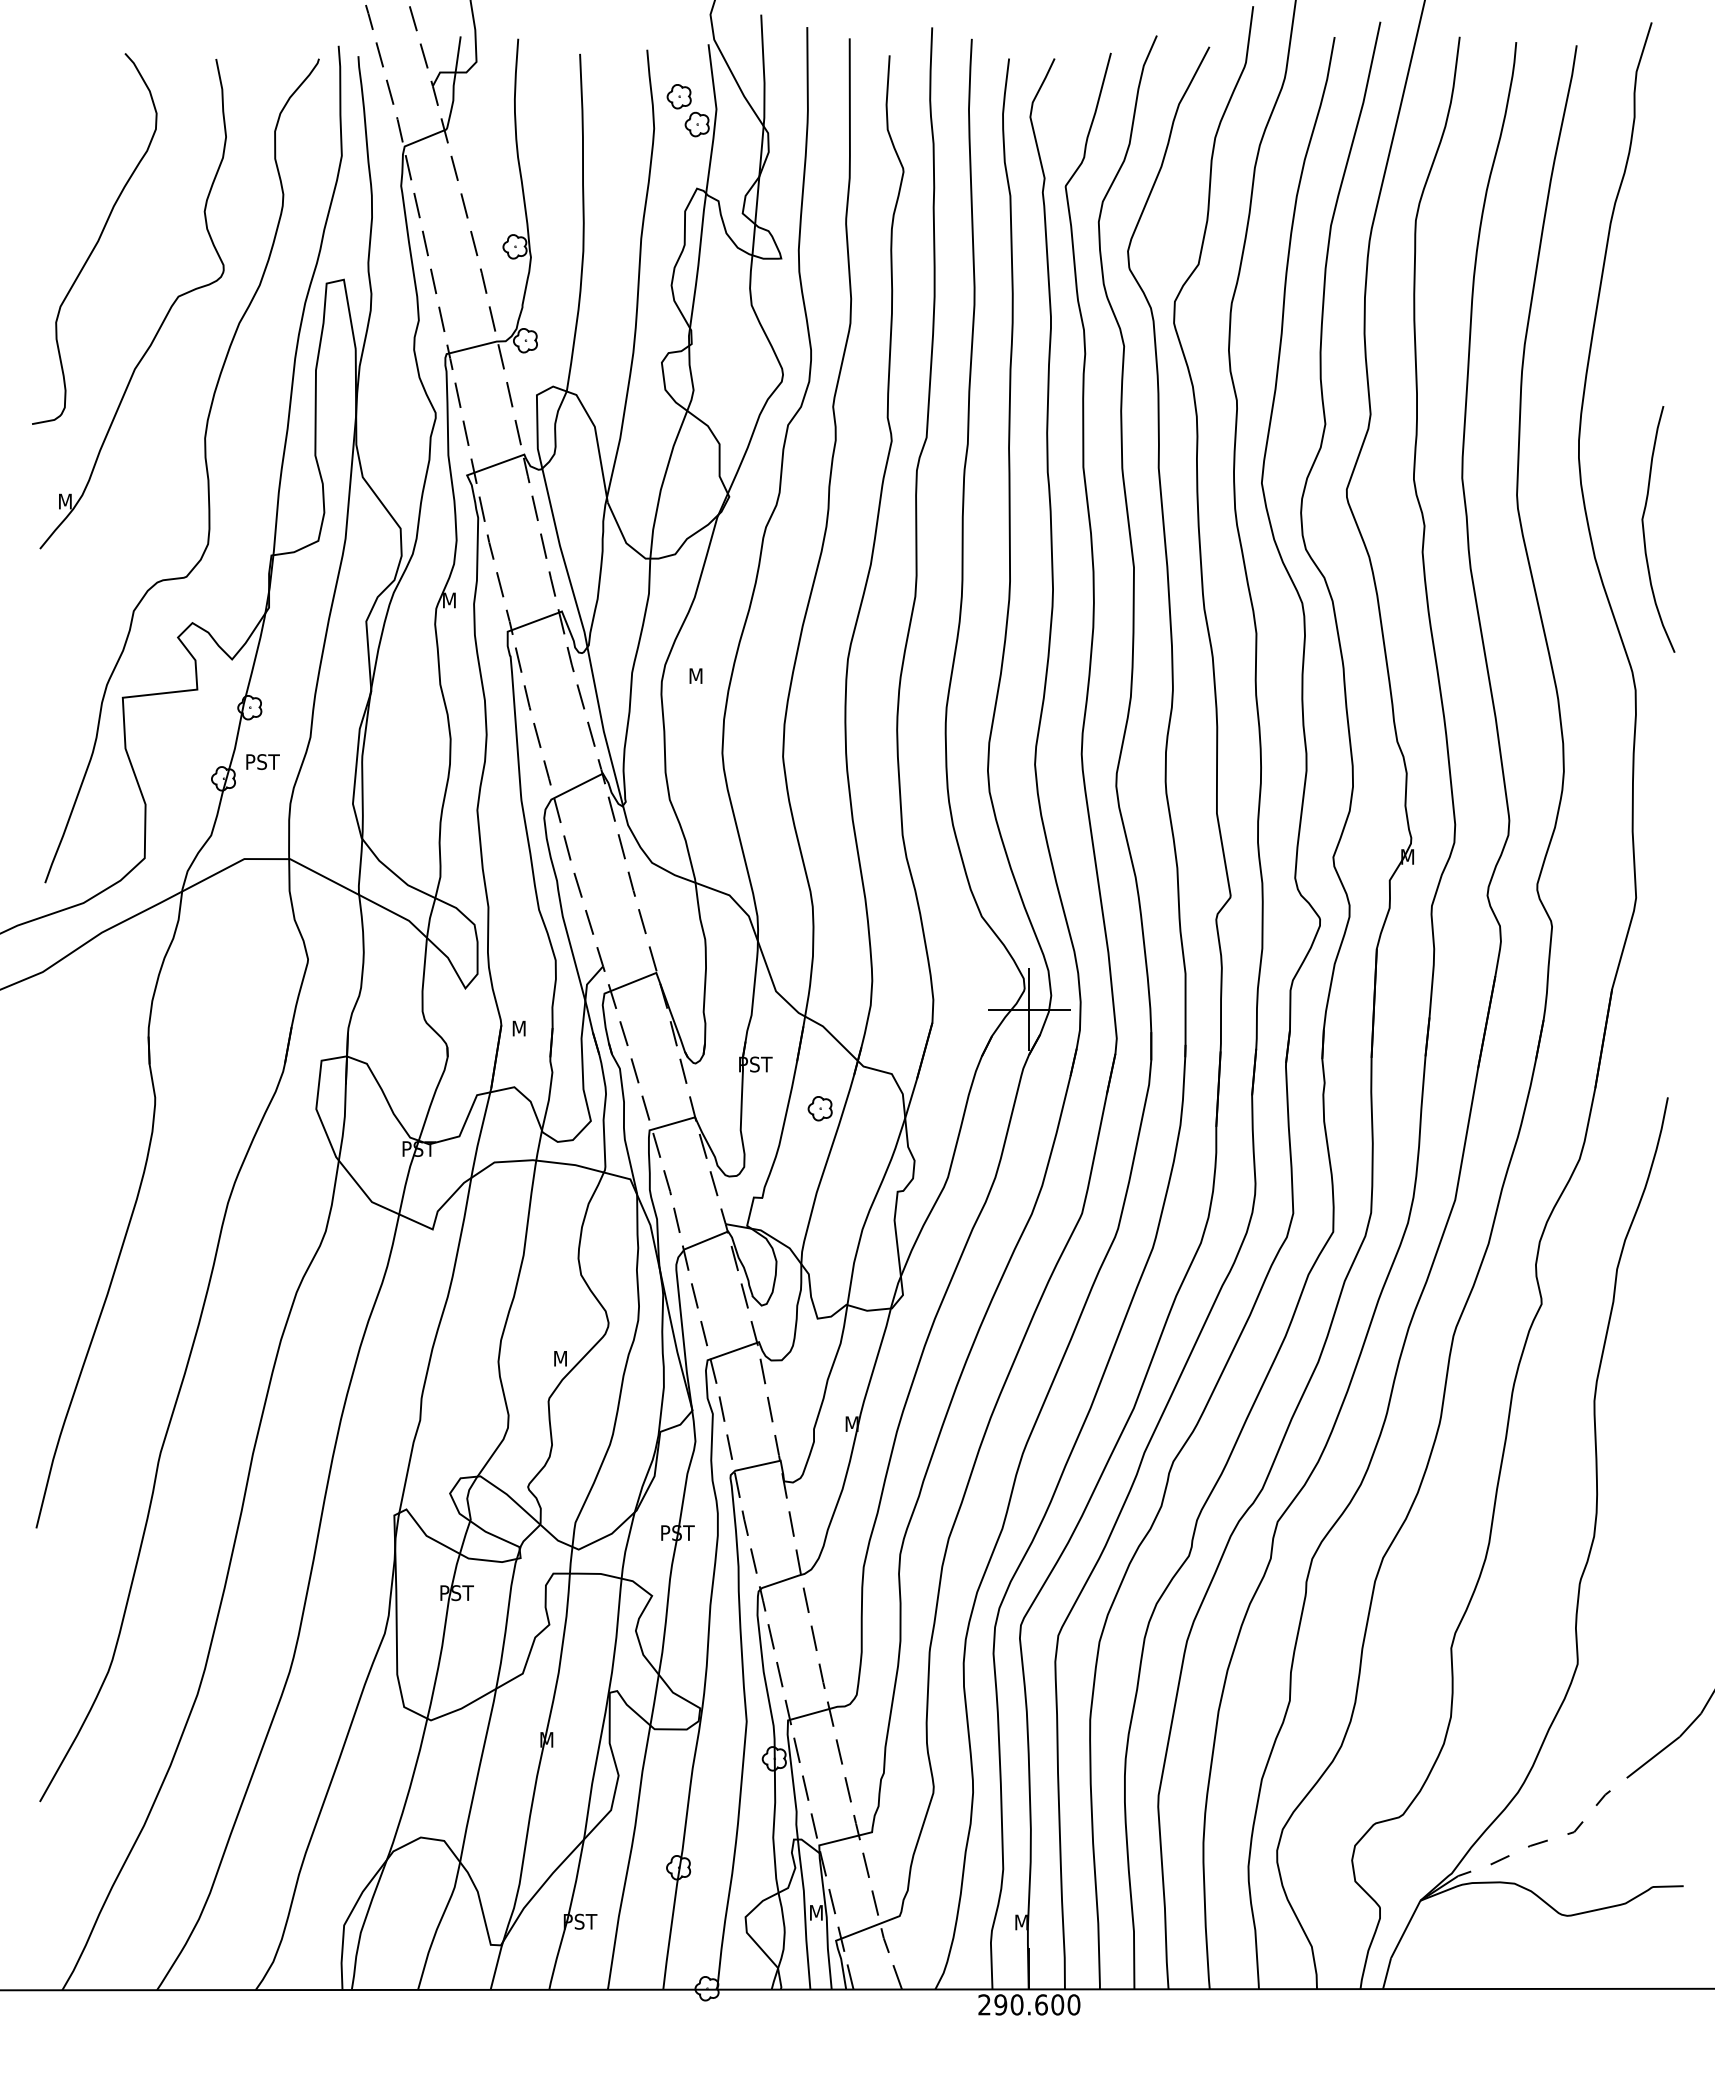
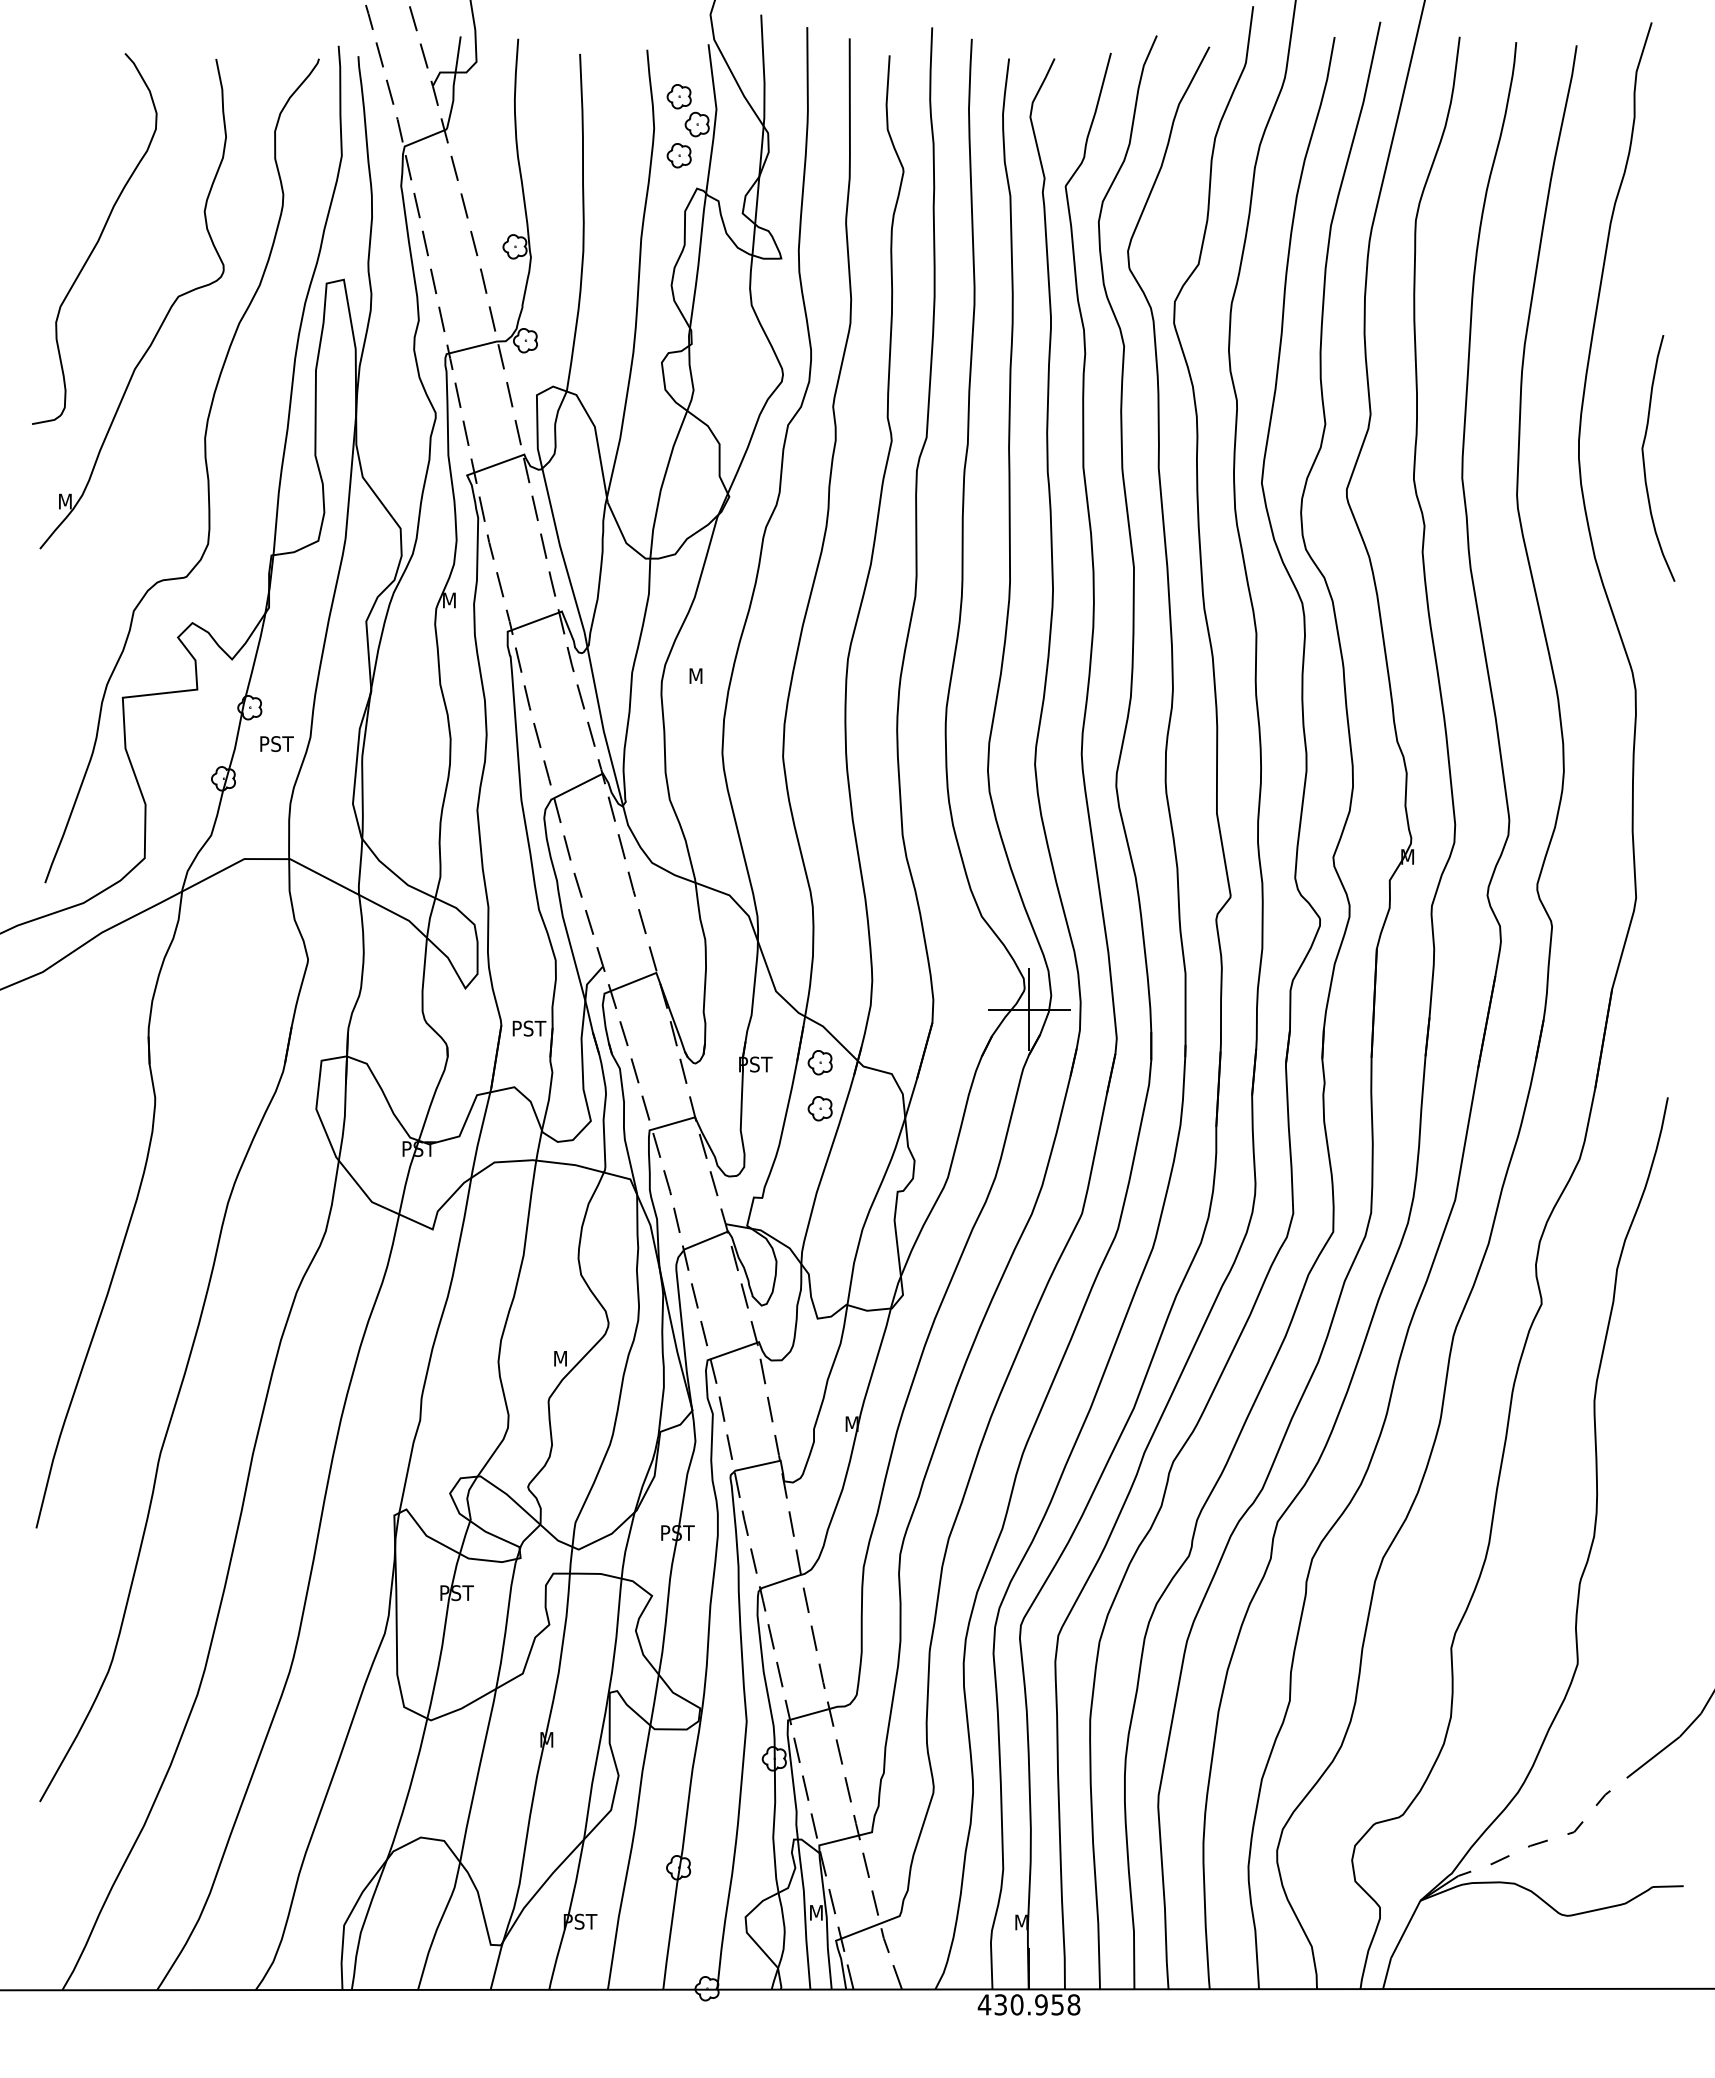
part at (678, 155): none -> present
curve at (1644, 529) position: (1644, 529) -> (1644, 458)
text at (262, 761) position: (262, 761) -> (276, 743)
text at (530, 1028): M -> PST
part at (819, 1062): none -> present
text at (1028, 2004): 290.600 -> 430.958
